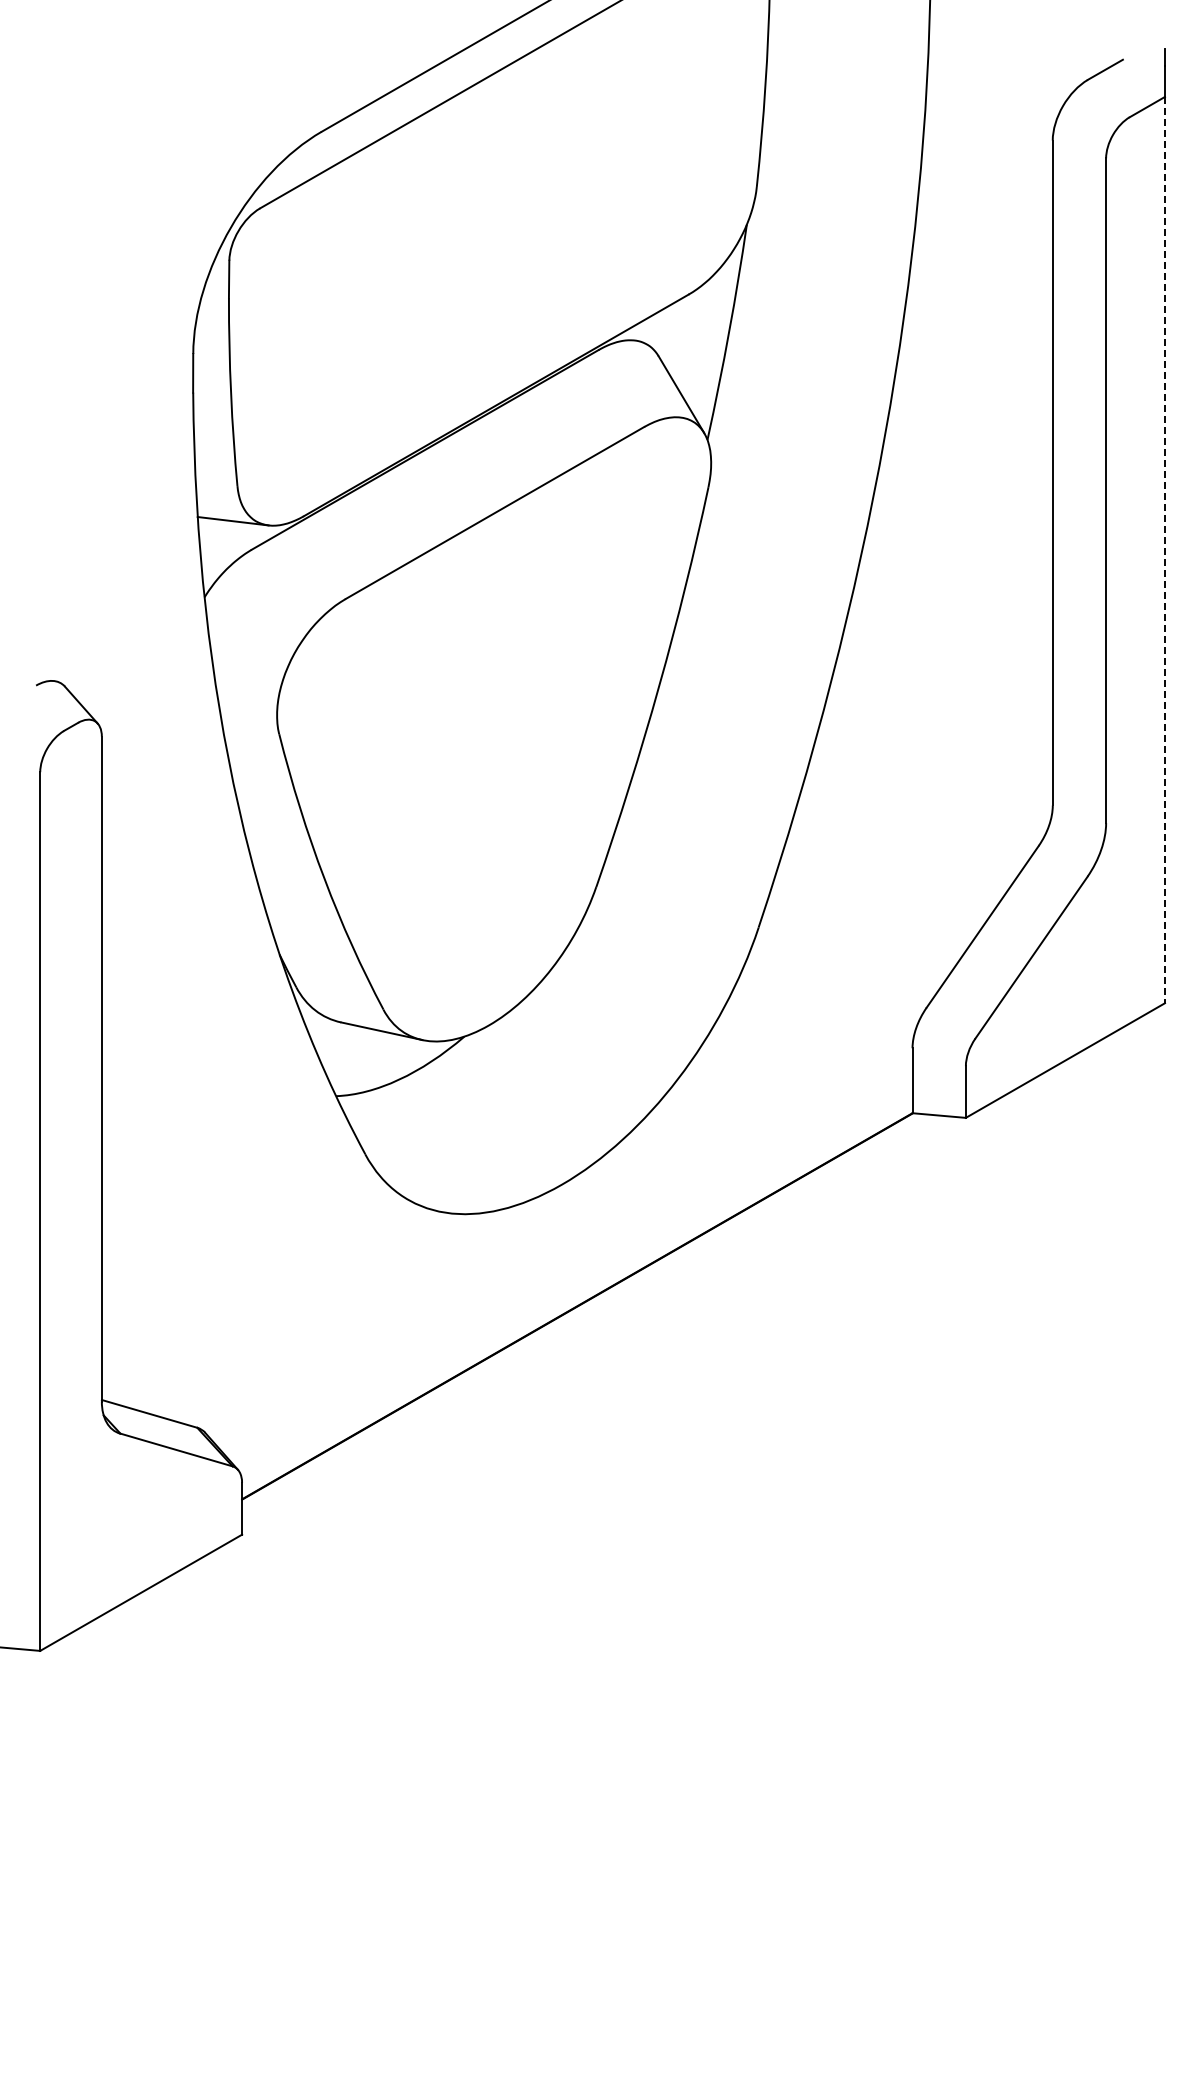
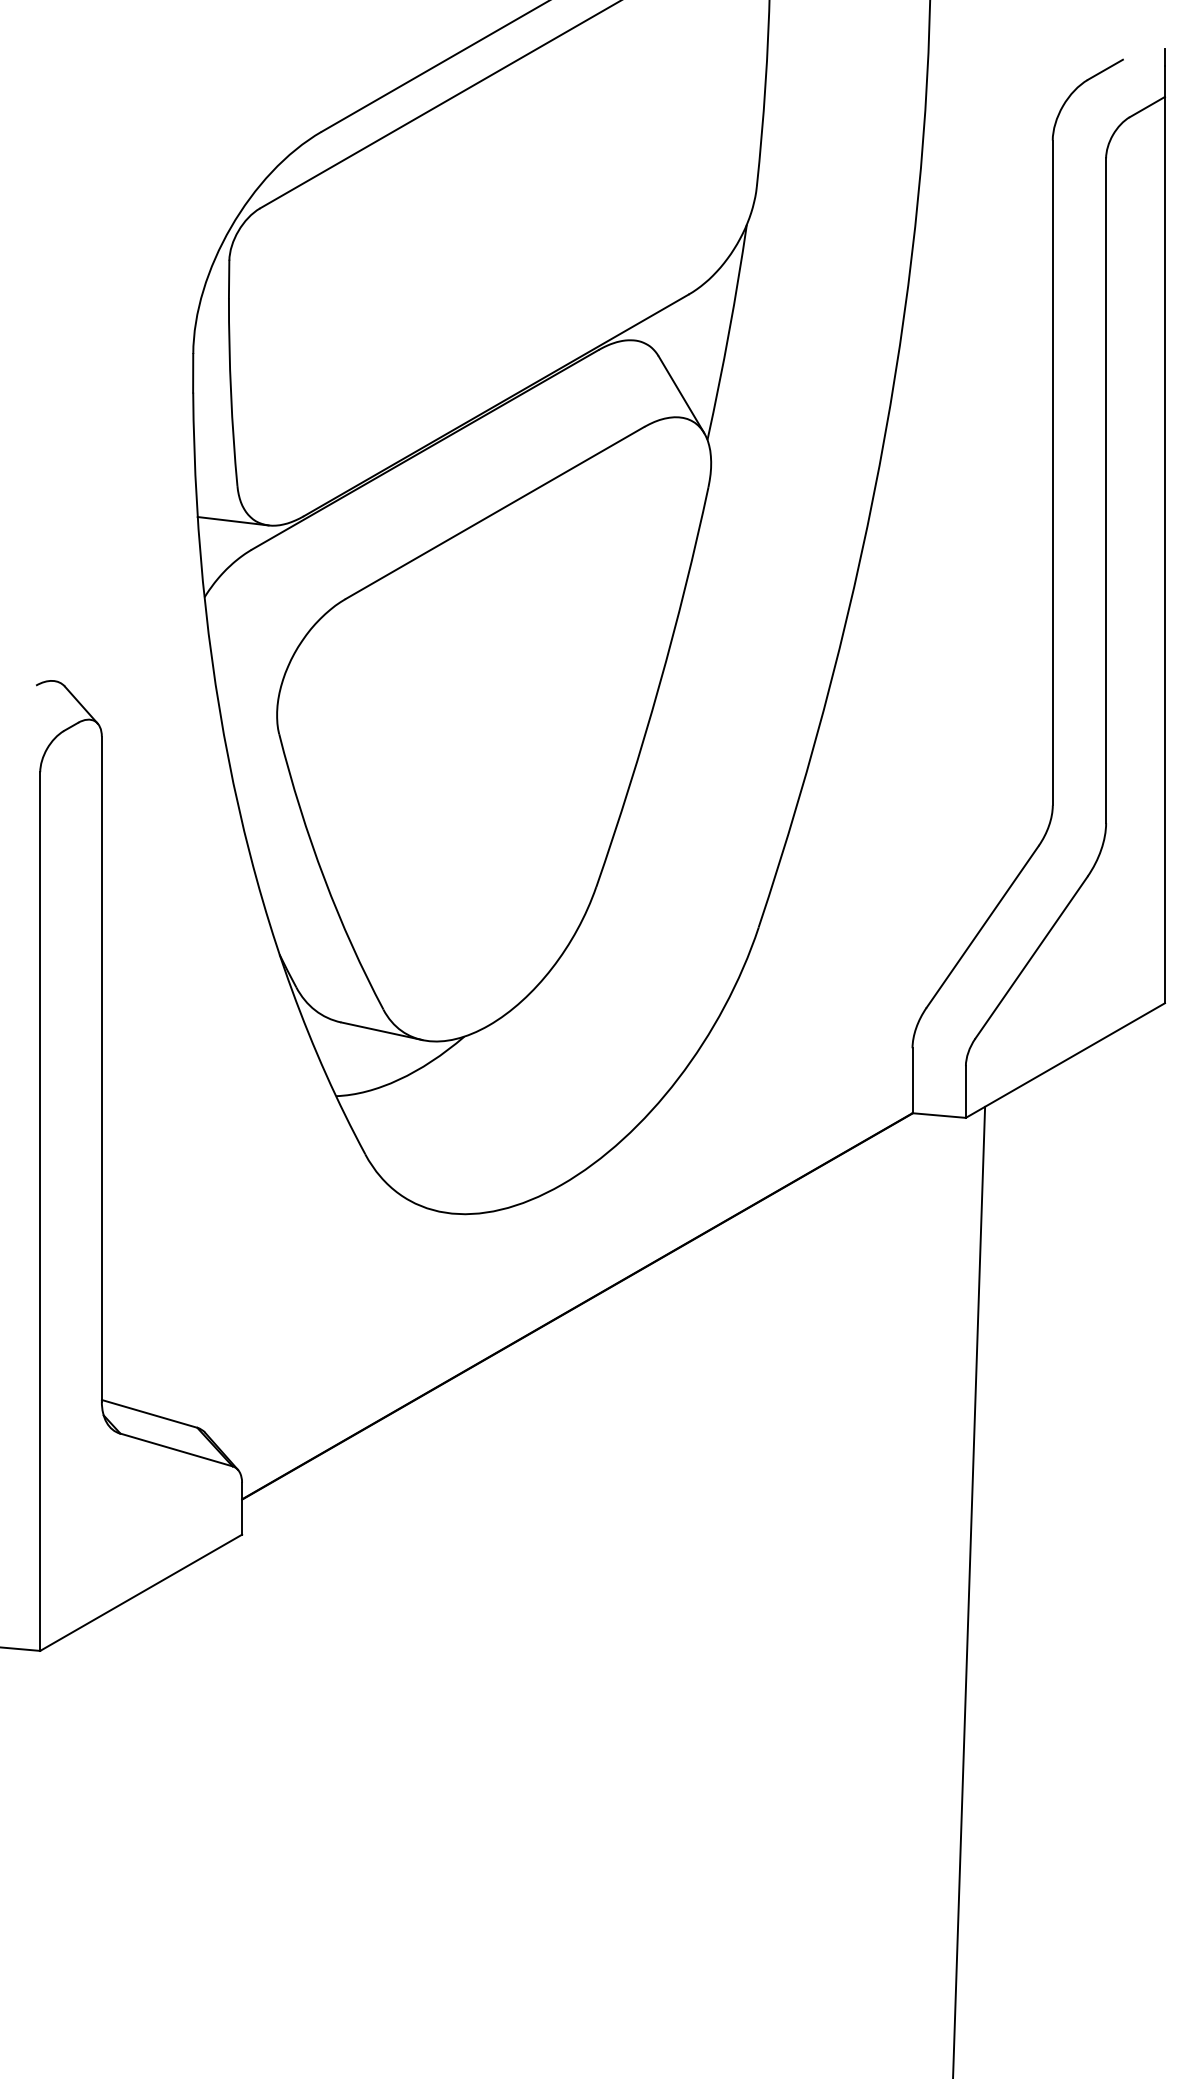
line at (1164, 550): dashed -> solid
line at (969, 1590): none -> present
